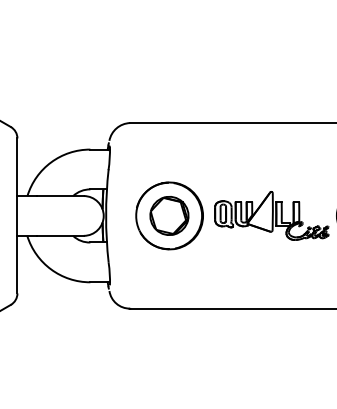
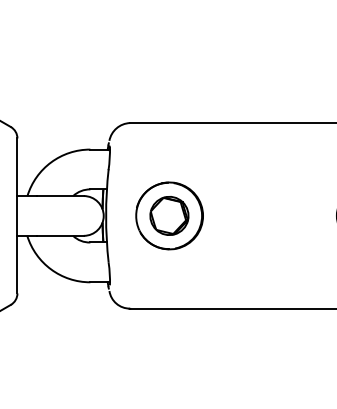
part at (271, 215): present -> none
